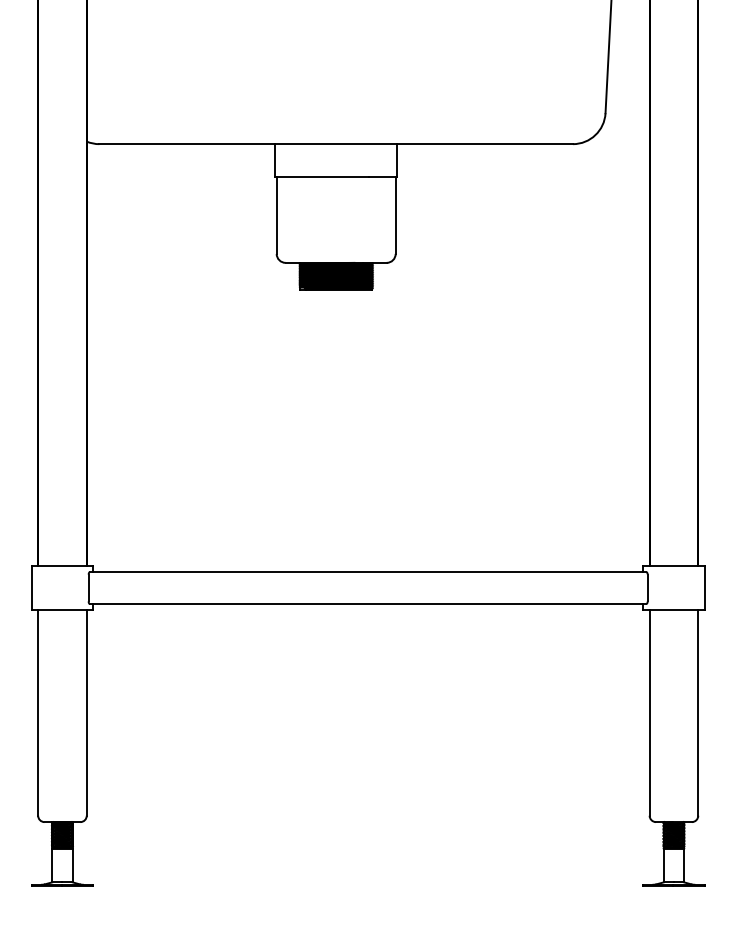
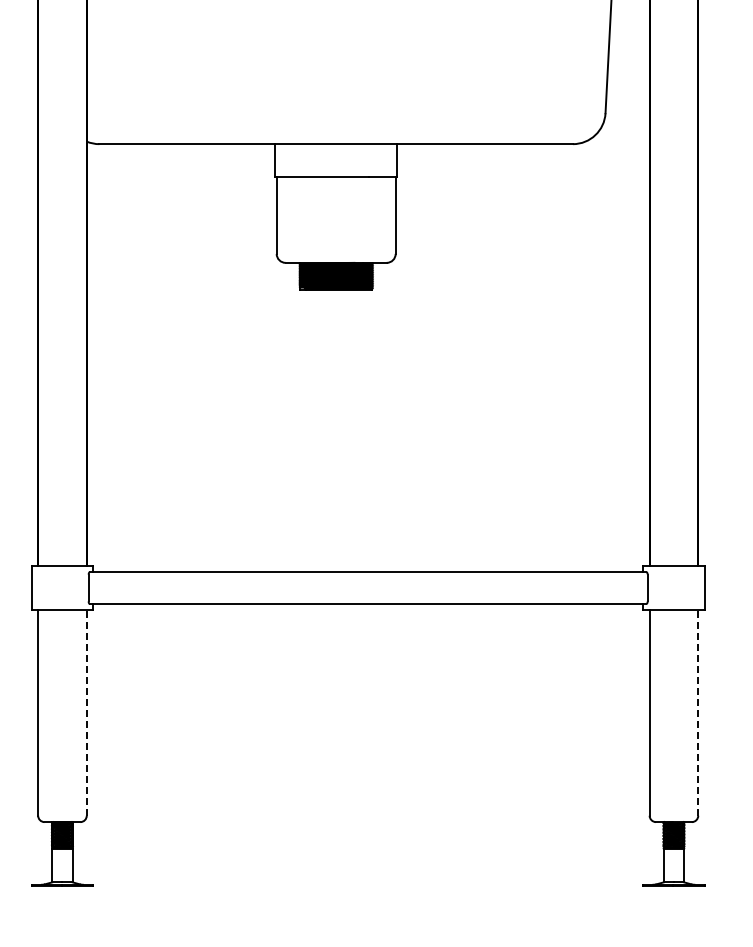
line at (86, 712): solid -> dashed
line at (698, 712): solid -> dashed
